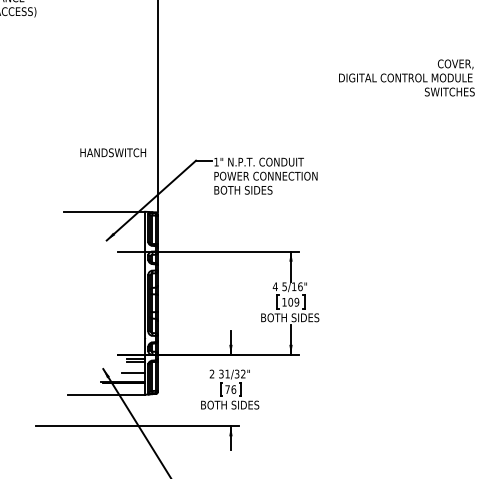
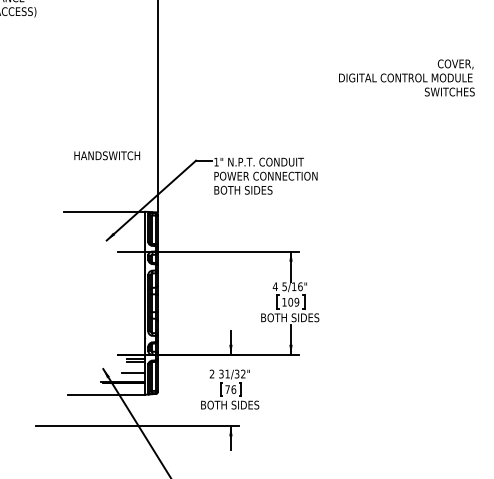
text at (113, 152) position: (113, 152) -> (107, 155)
